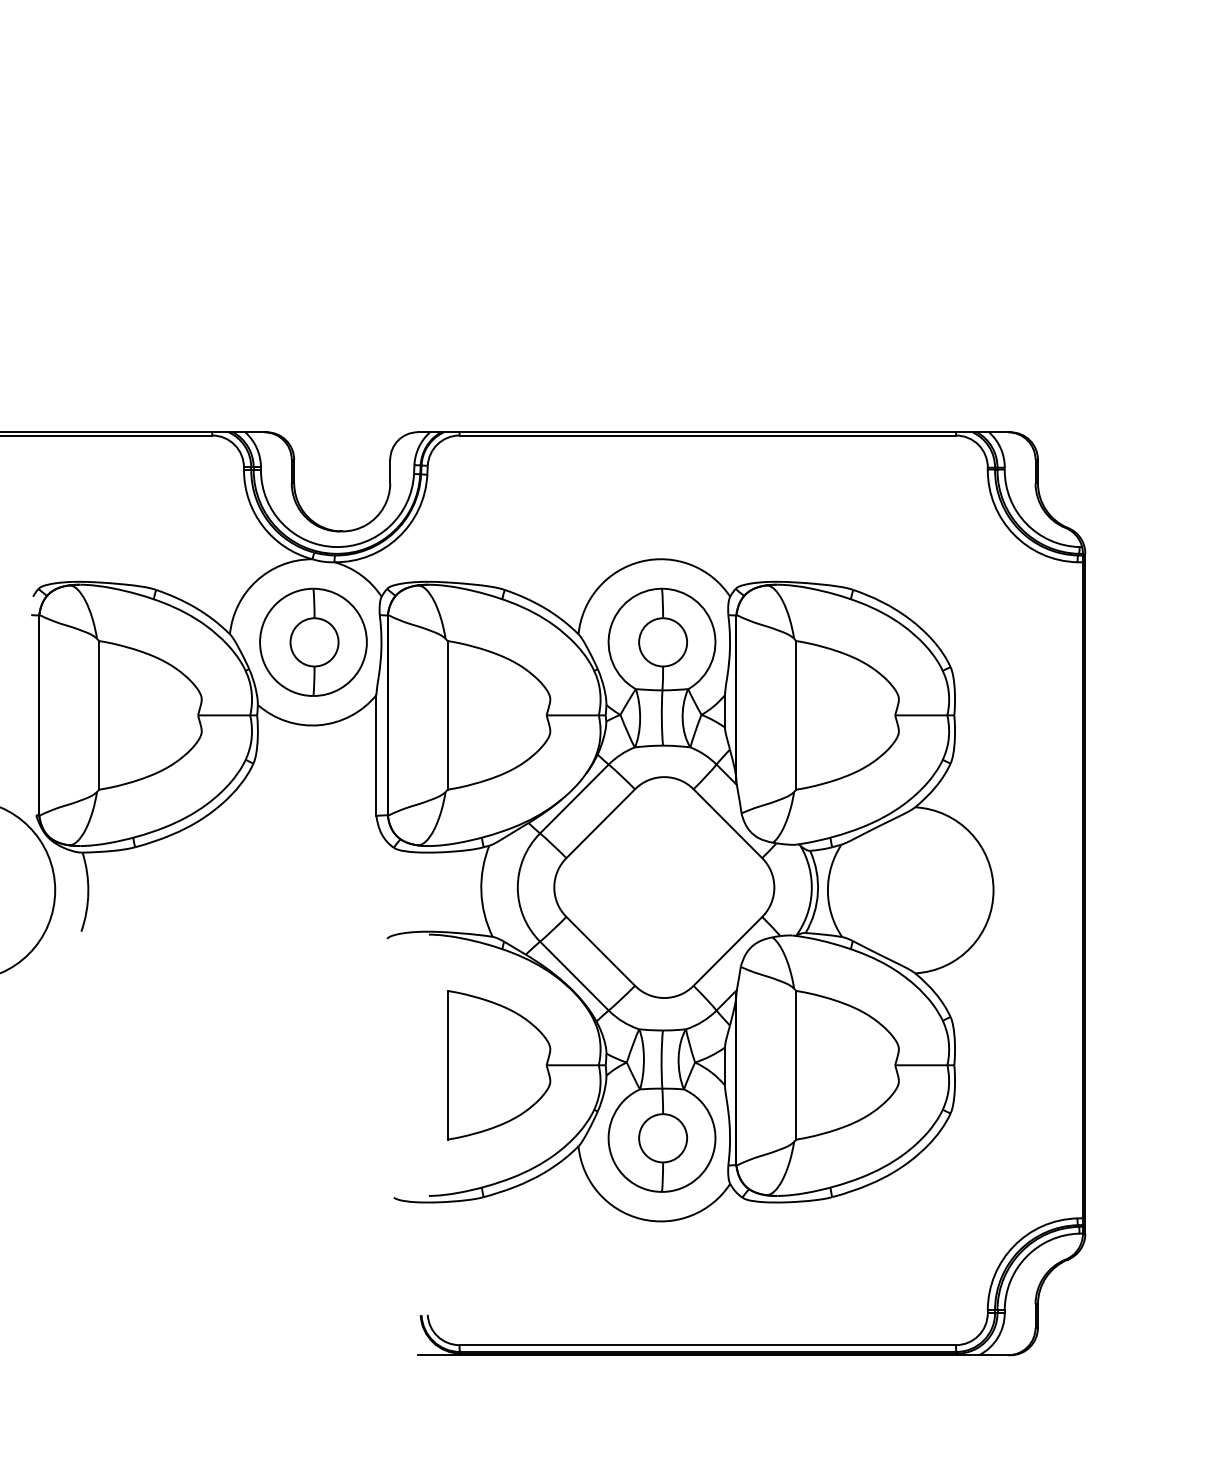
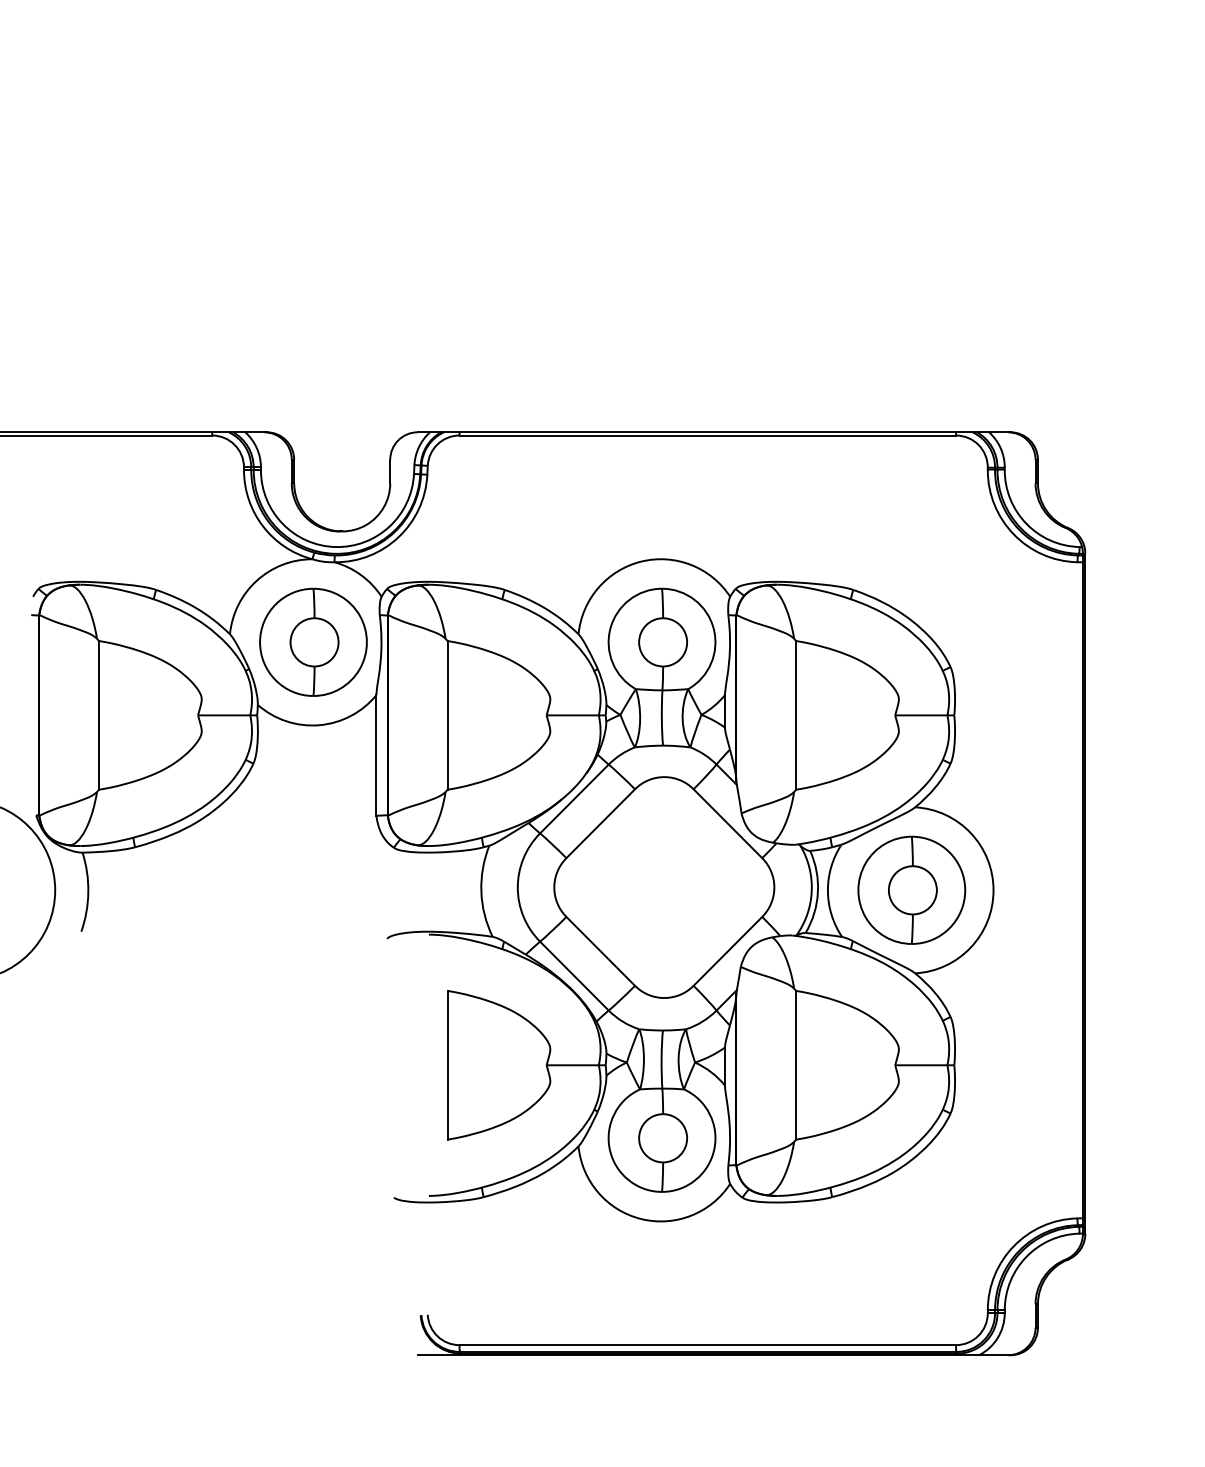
part at (911, 889): none -> present
